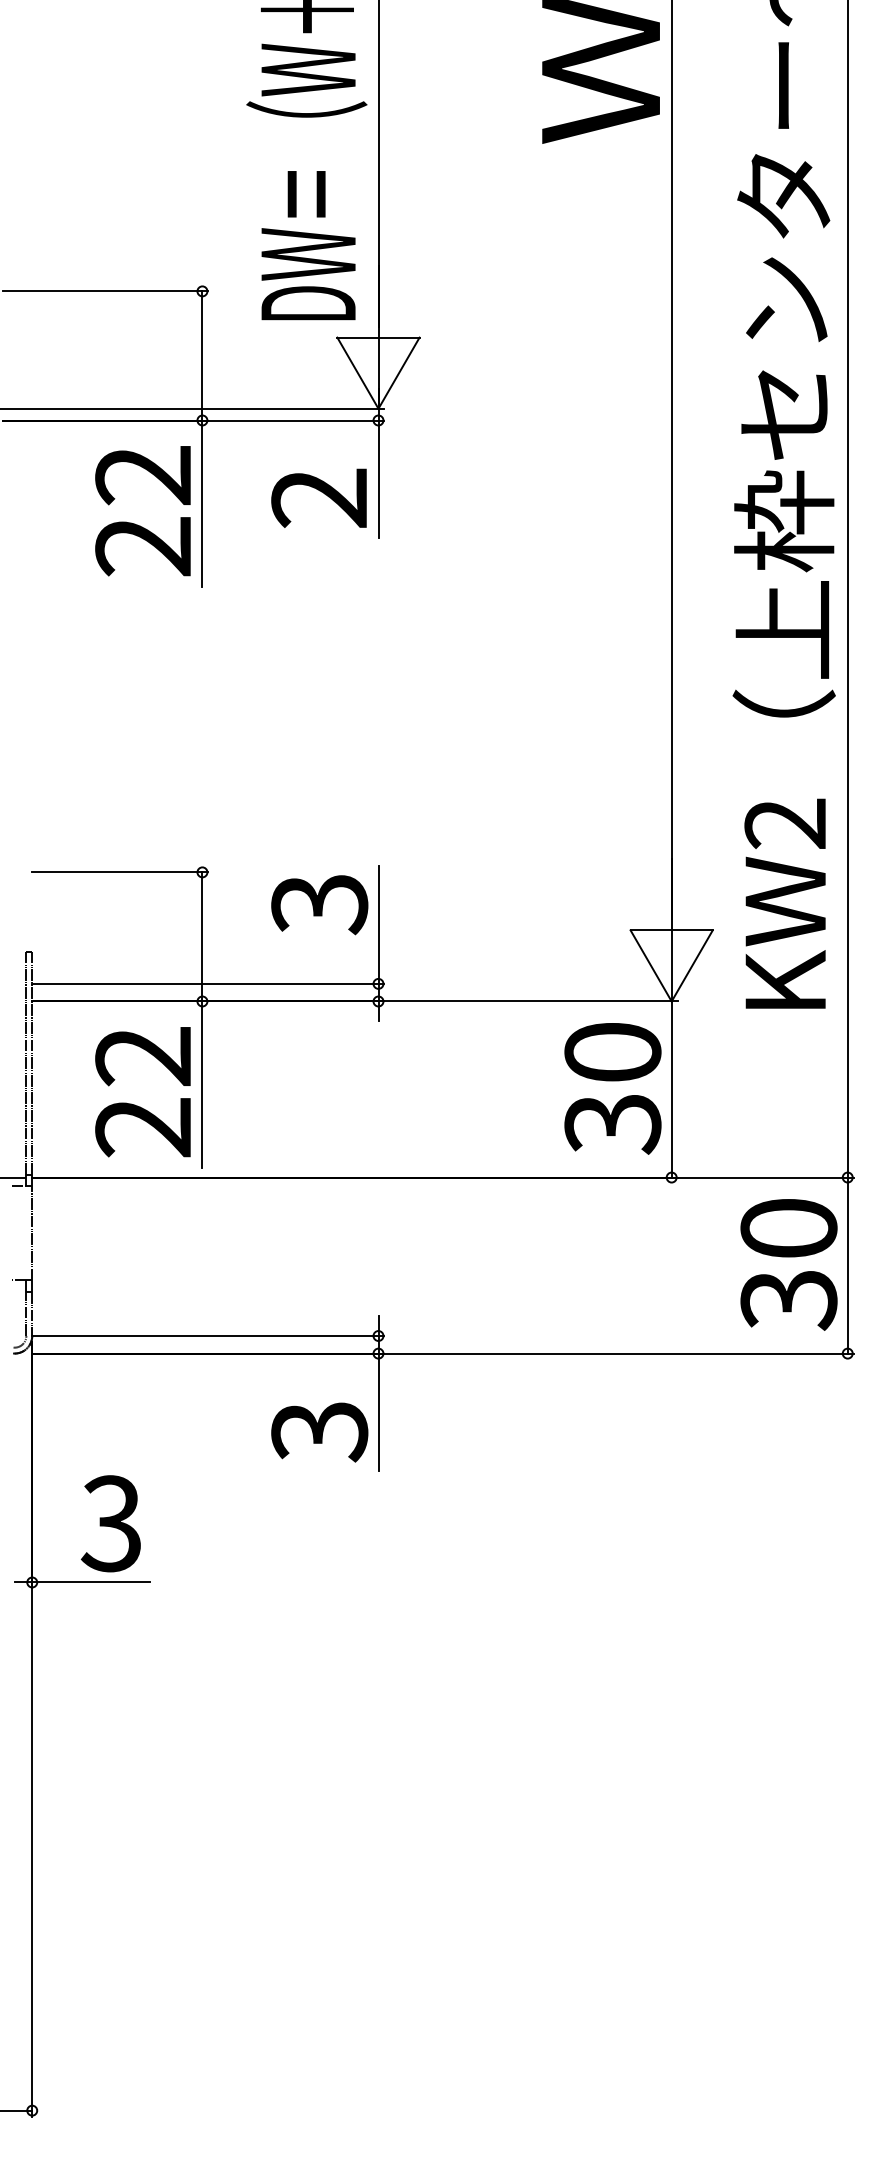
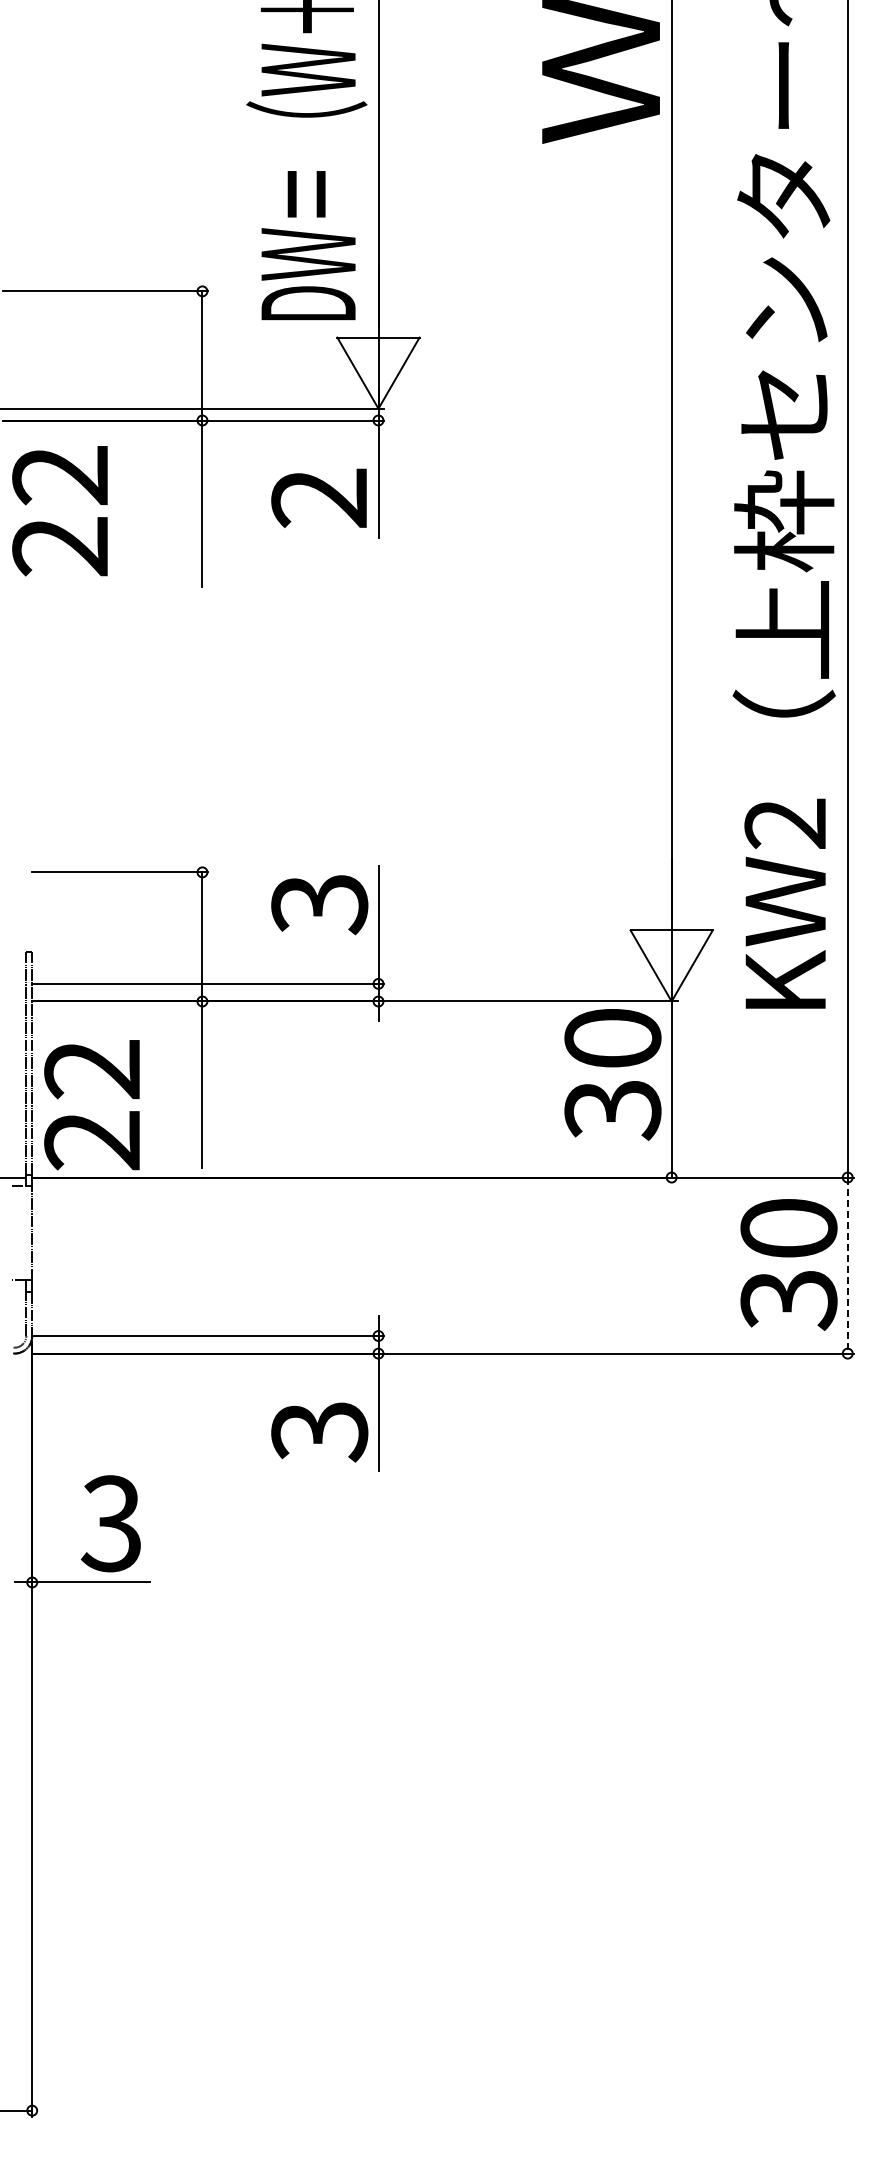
text at (142, 511) position: (142, 511) -> (59, 511)
text at (612, 1088) position: (612, 1088) -> (612, 1074)
text at (142, 1092) position: (142, 1092) -> (91, 1105)
line at (847, 1266): solid -> dashed
